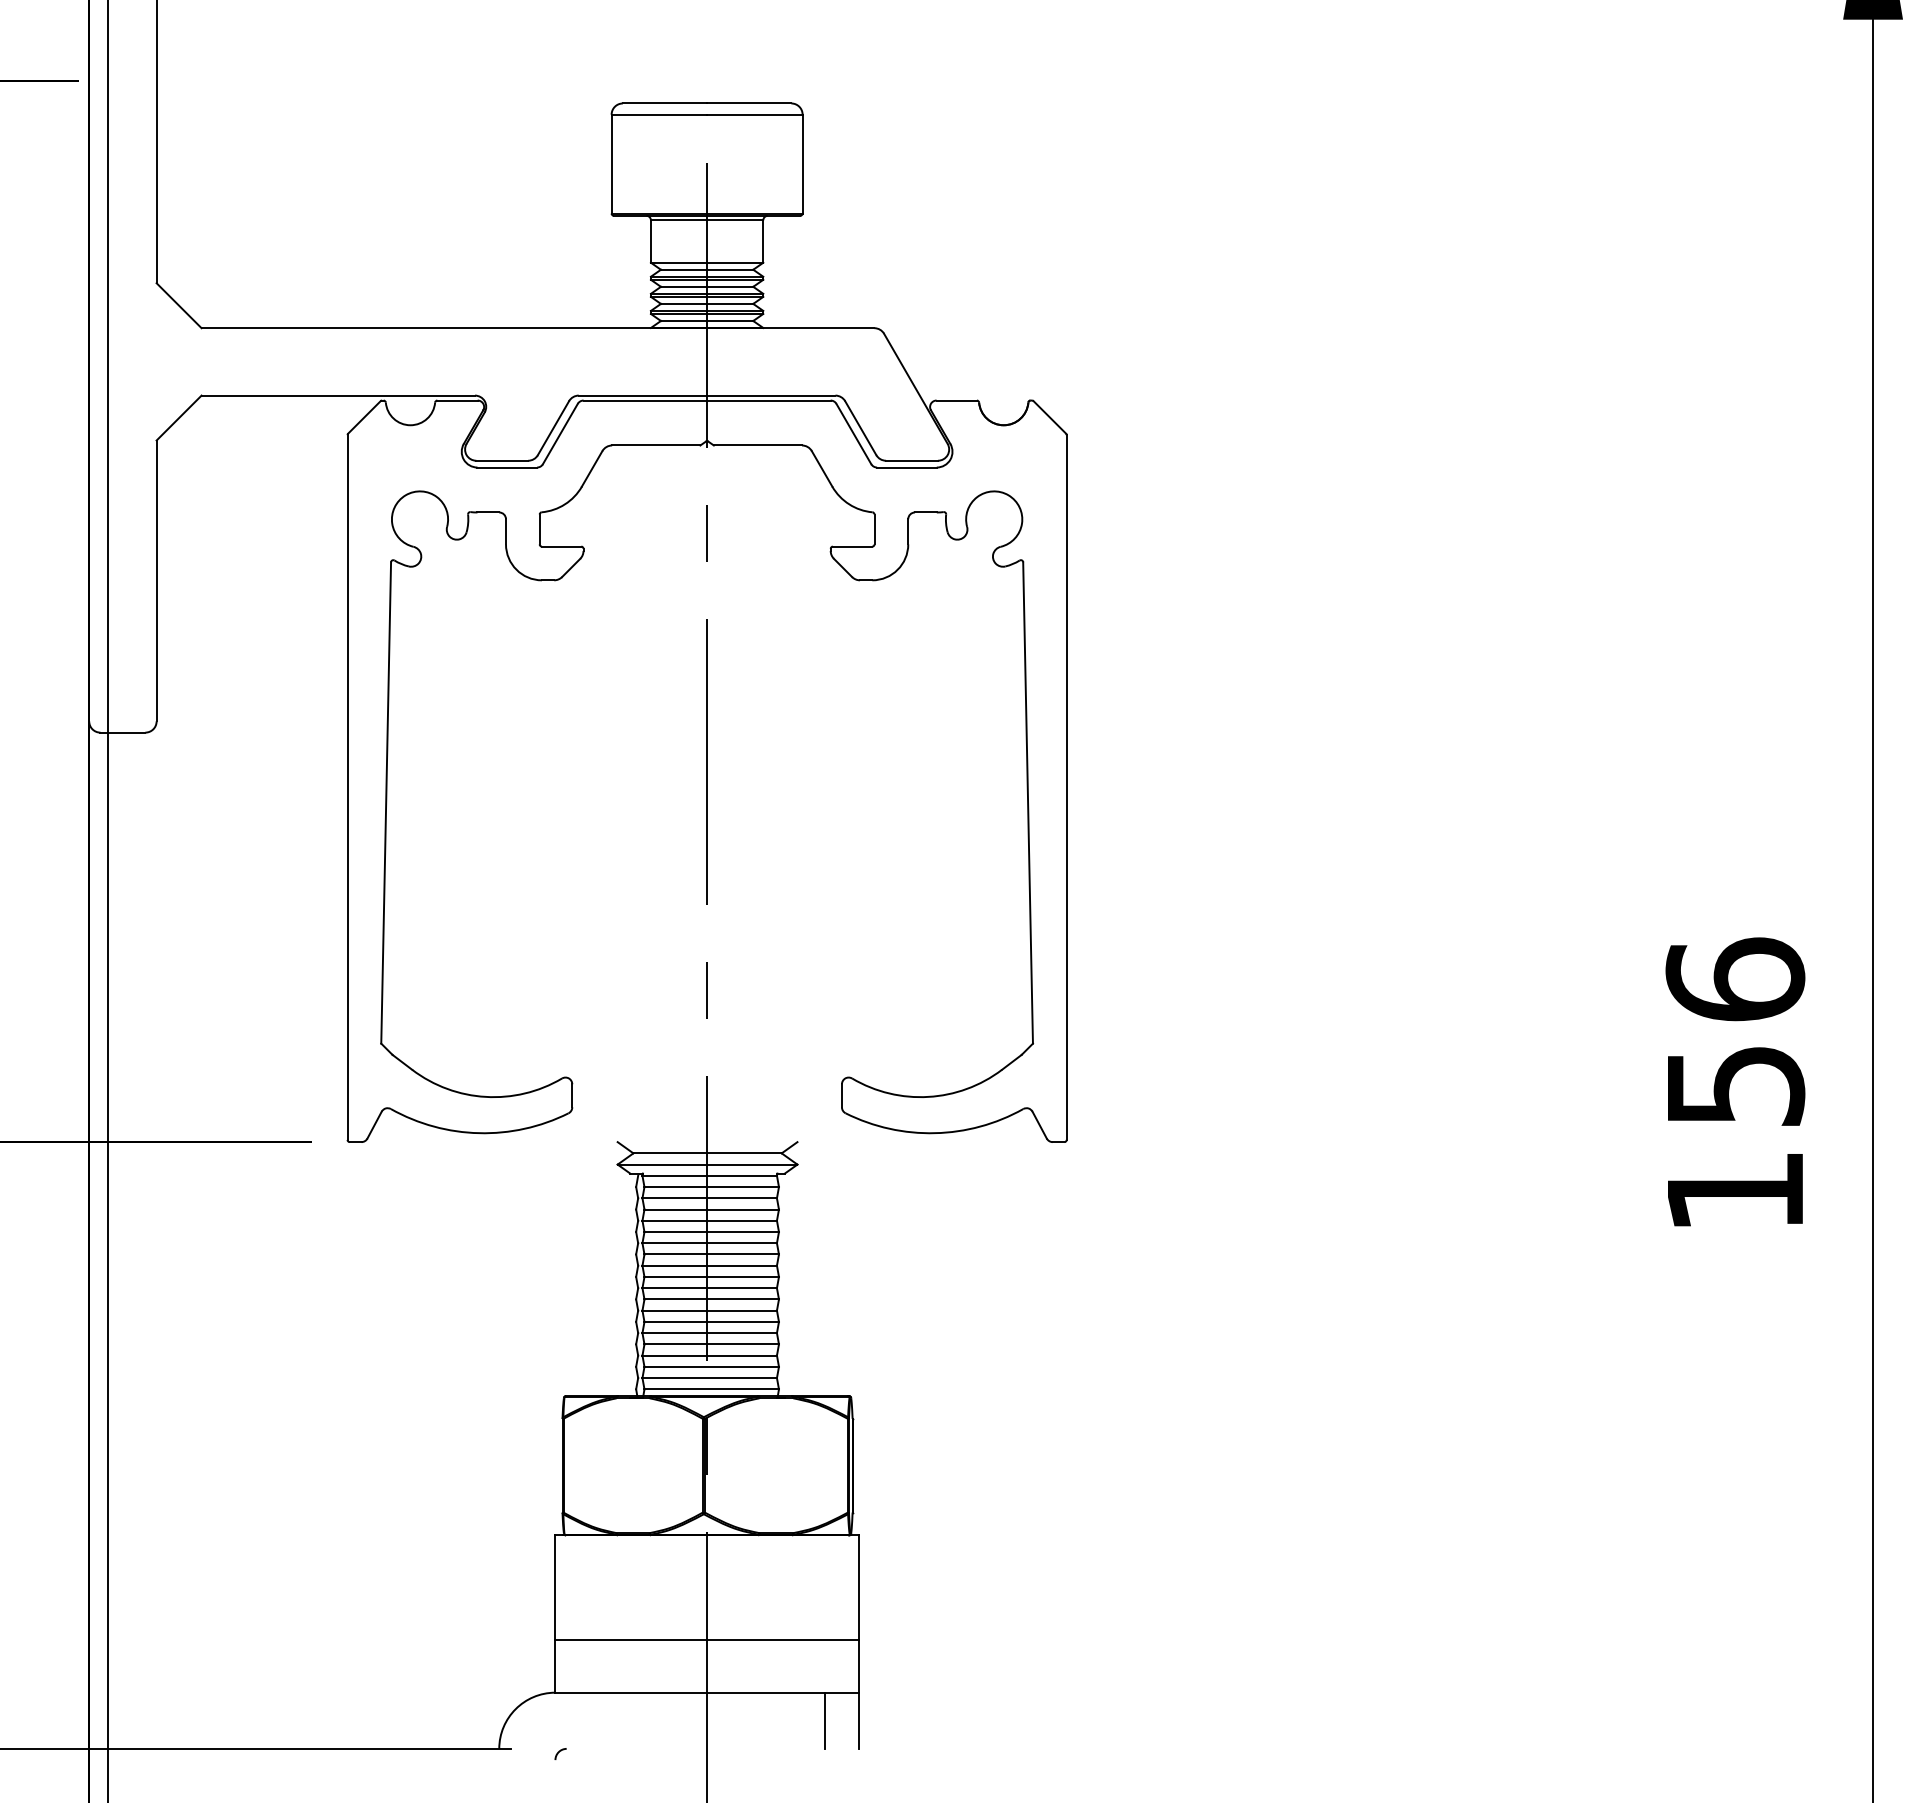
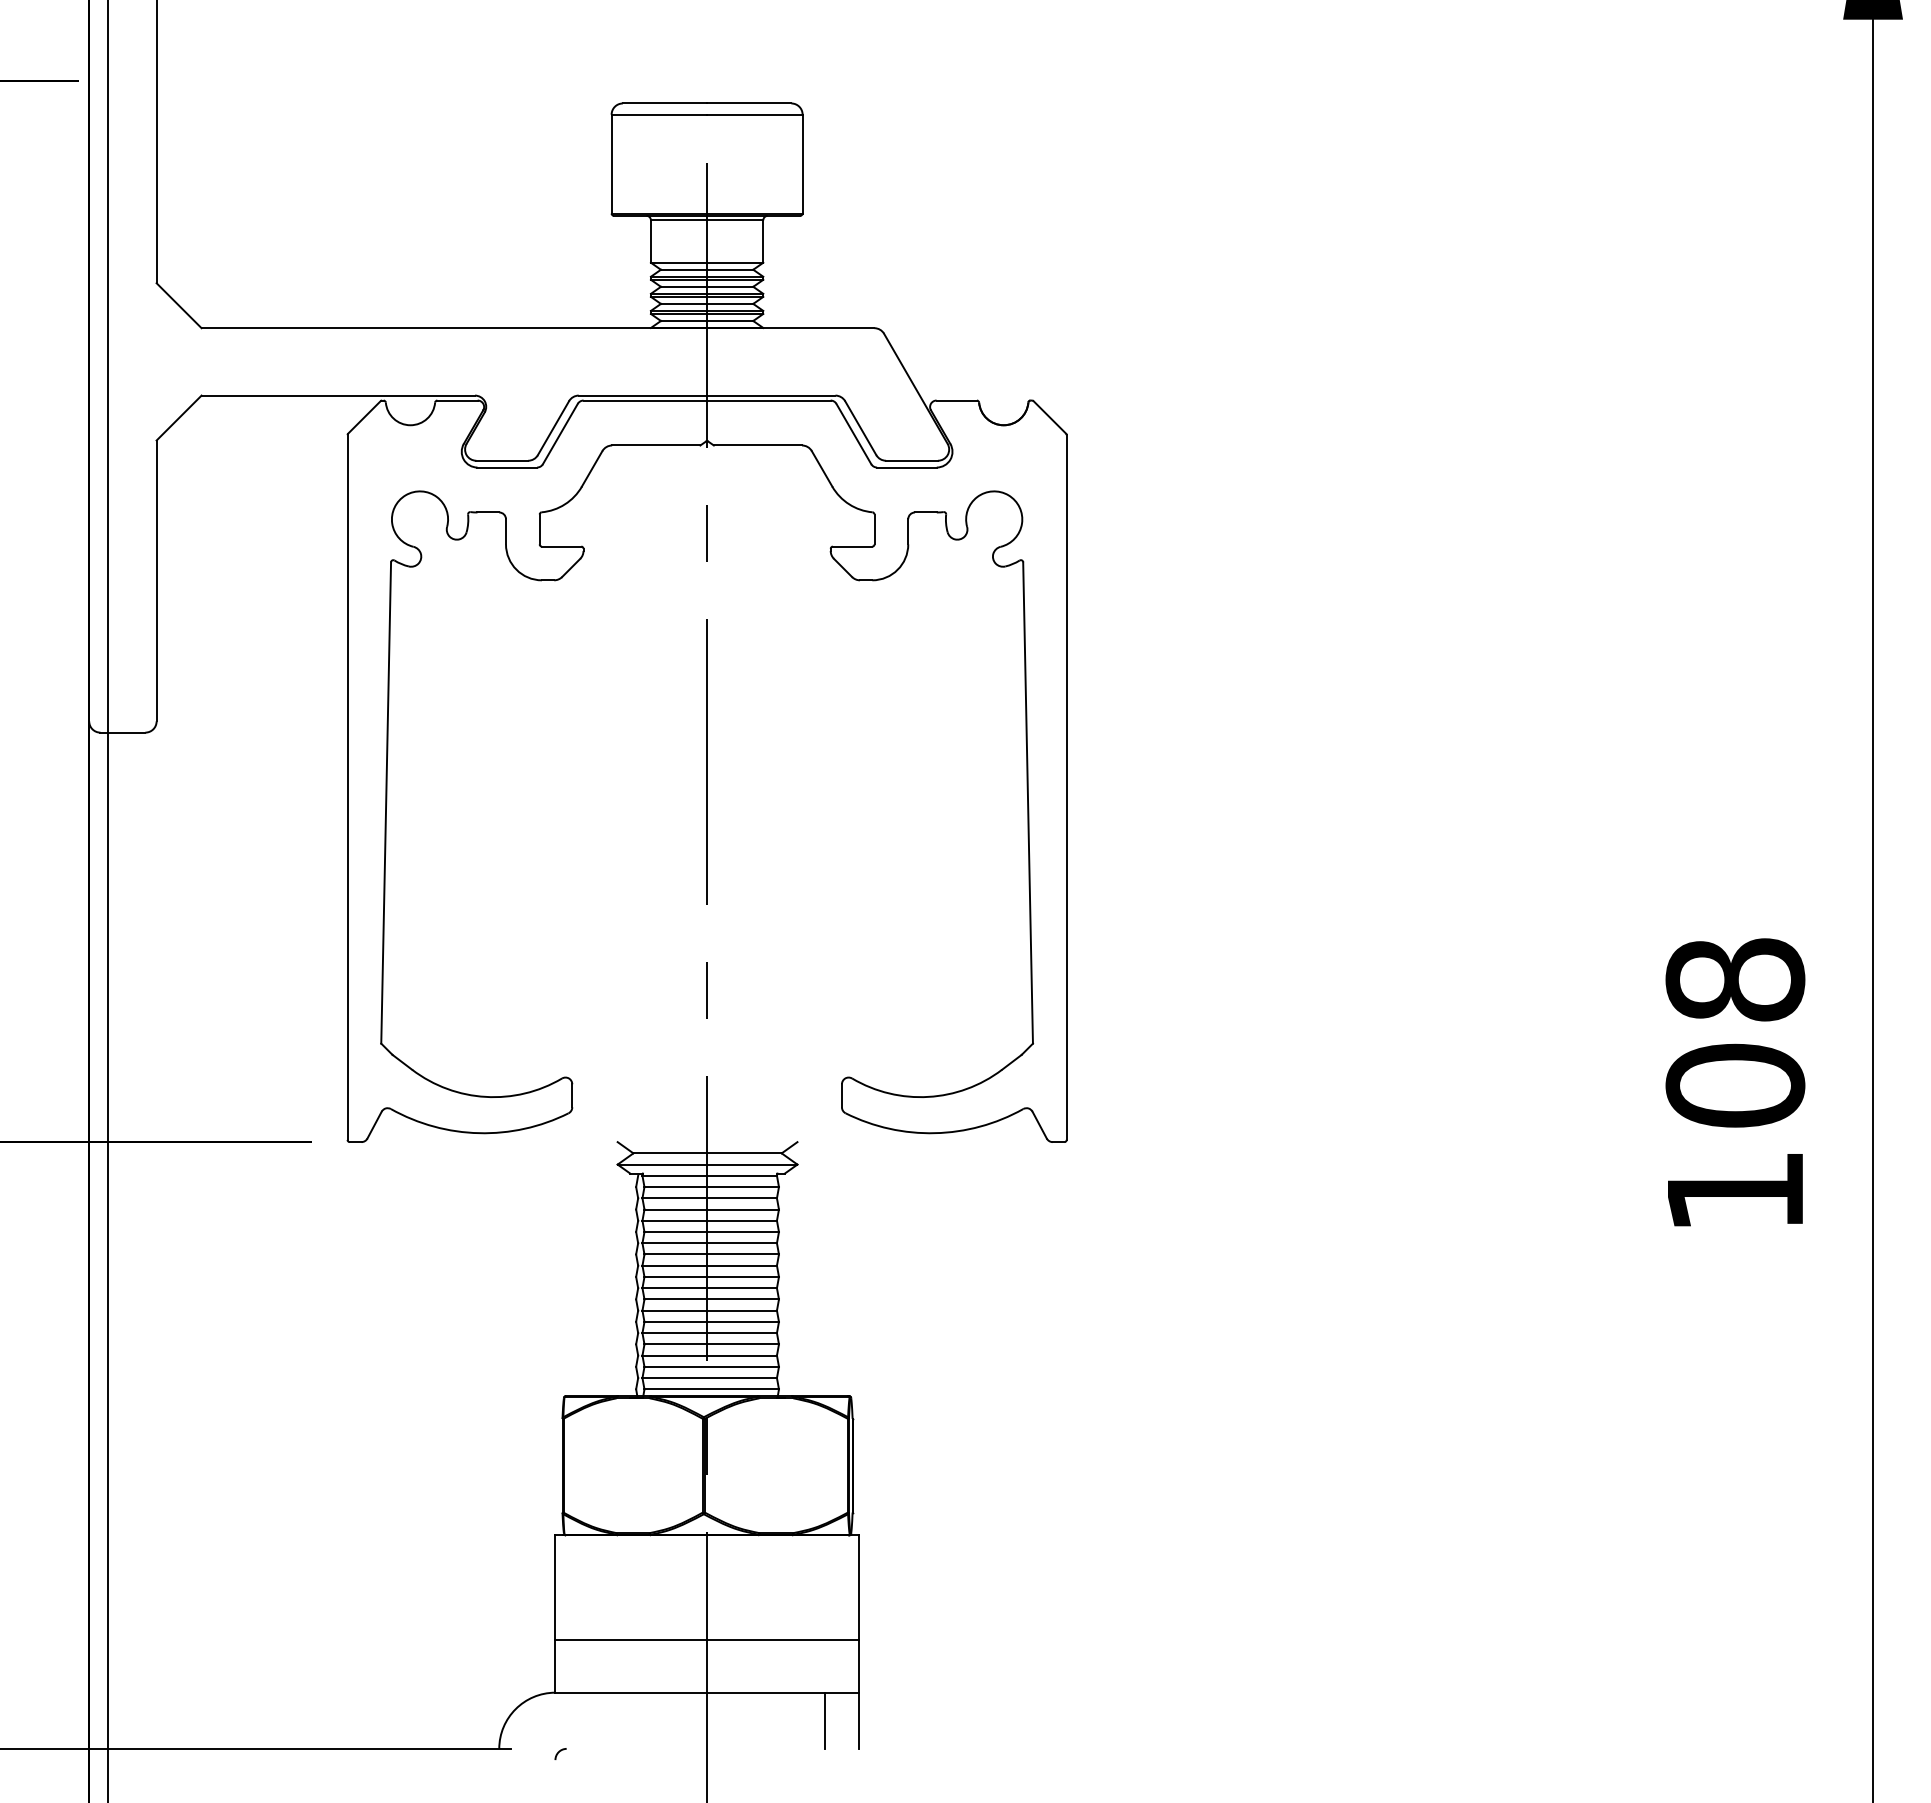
text at (1735, 1032): 156 -> 108
